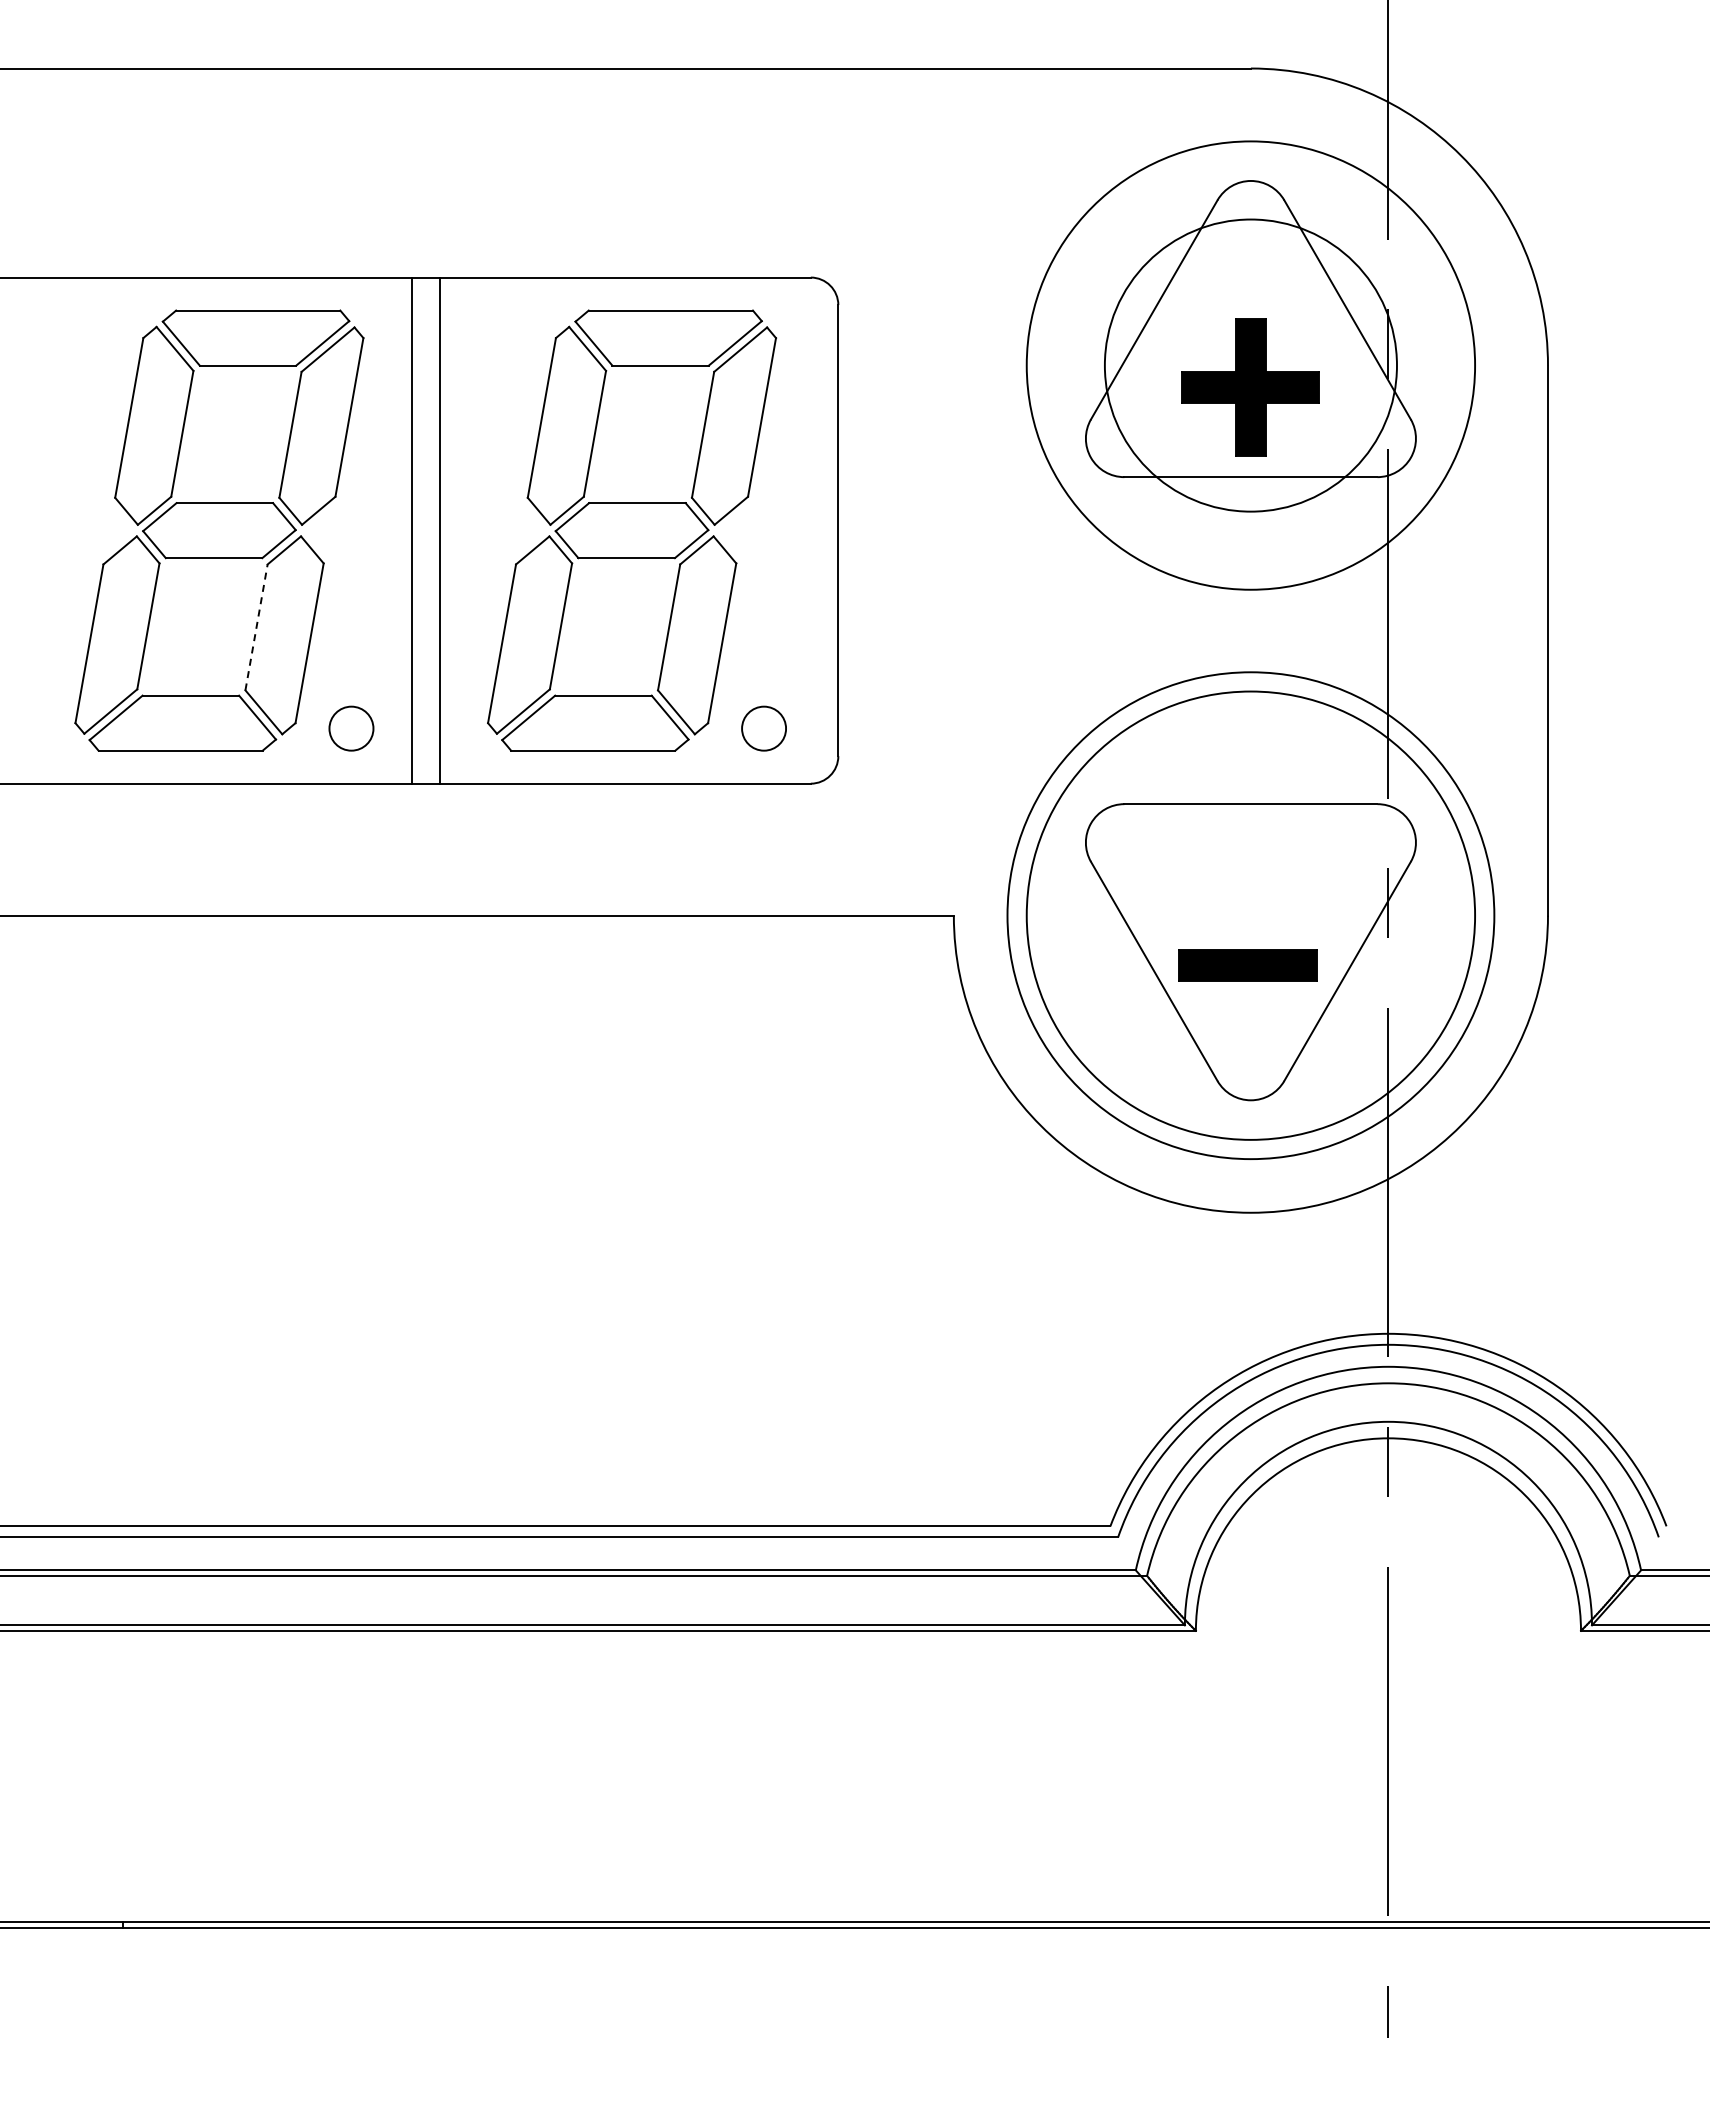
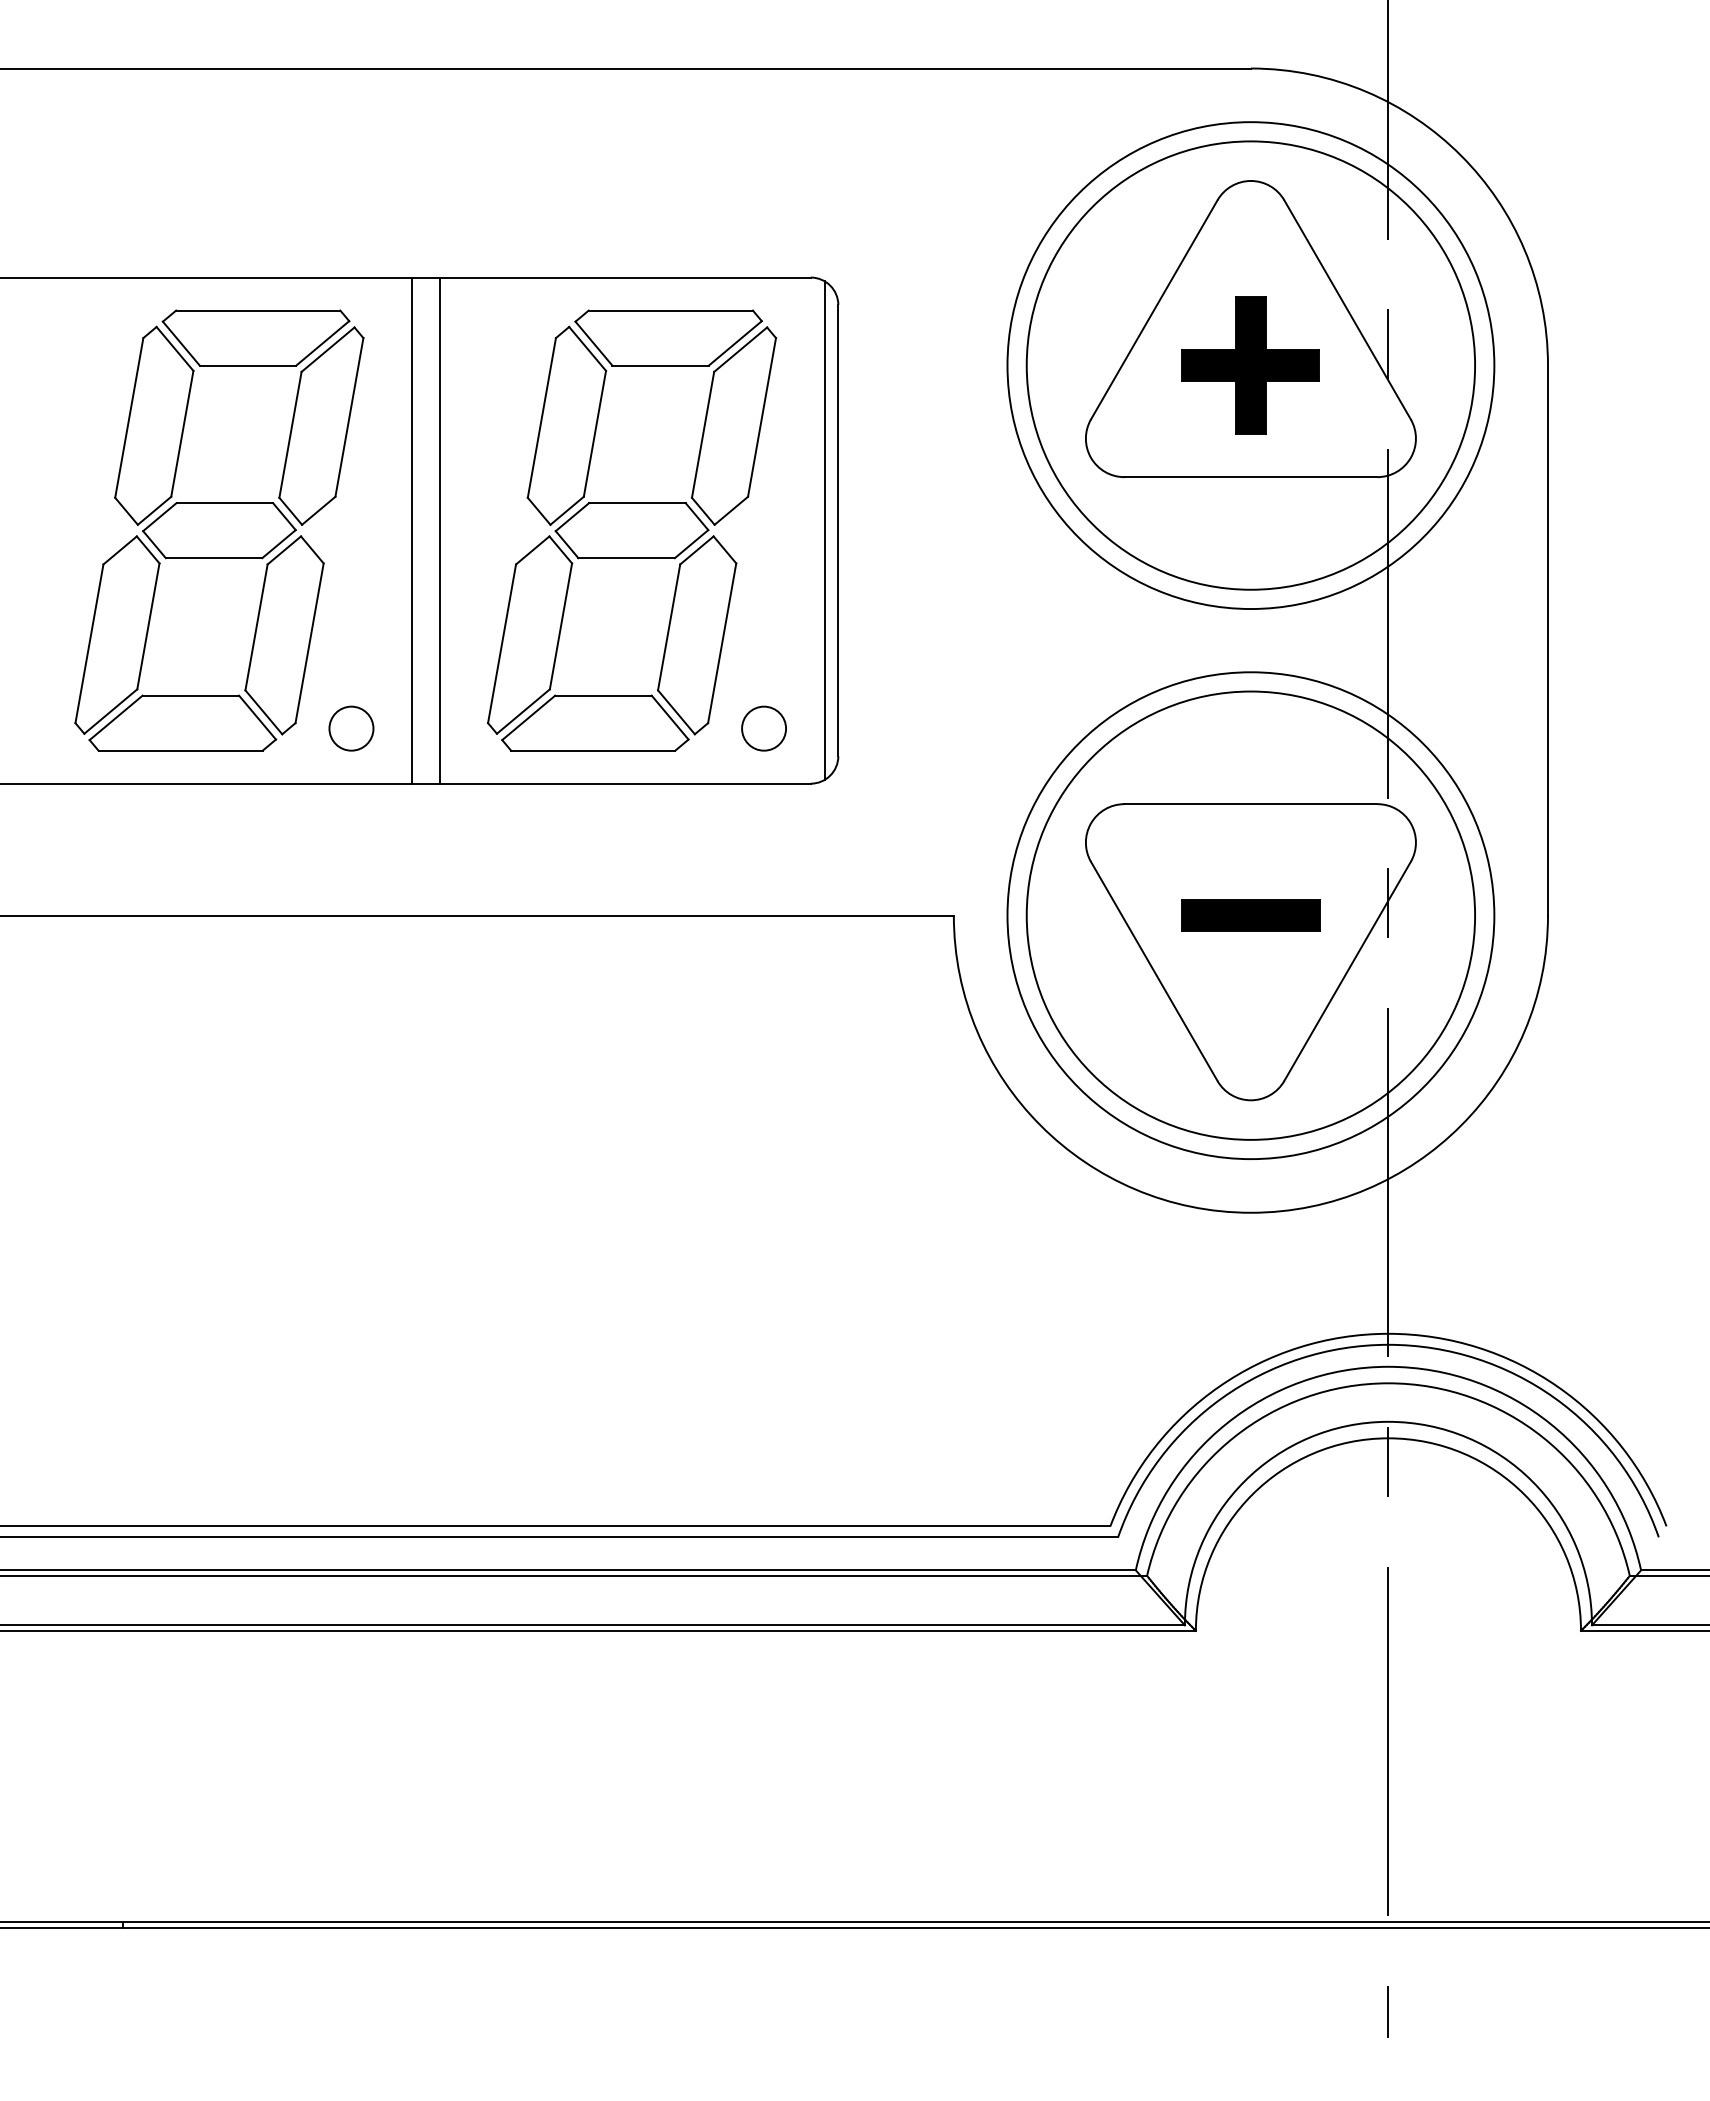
circle at (1250, 365) diameter: 292 px -> 487 px
part at (1250, 387) position: (1250, 387) -> (1250, 365)
line at (824, 530): none -> present
line at (256, 627): dashed -> solid
part at (1247, 965) position: (1247, 965) -> (1250, 915)
